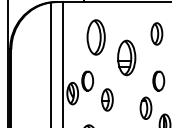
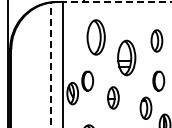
line at (117, 2): solid -> dashed
part at (156, 33) position: (156, 33) -> (156, 40)
line at (50, 64): solid -> dashed
part at (107, 99) position: (107, 99) -> (113, 97)
